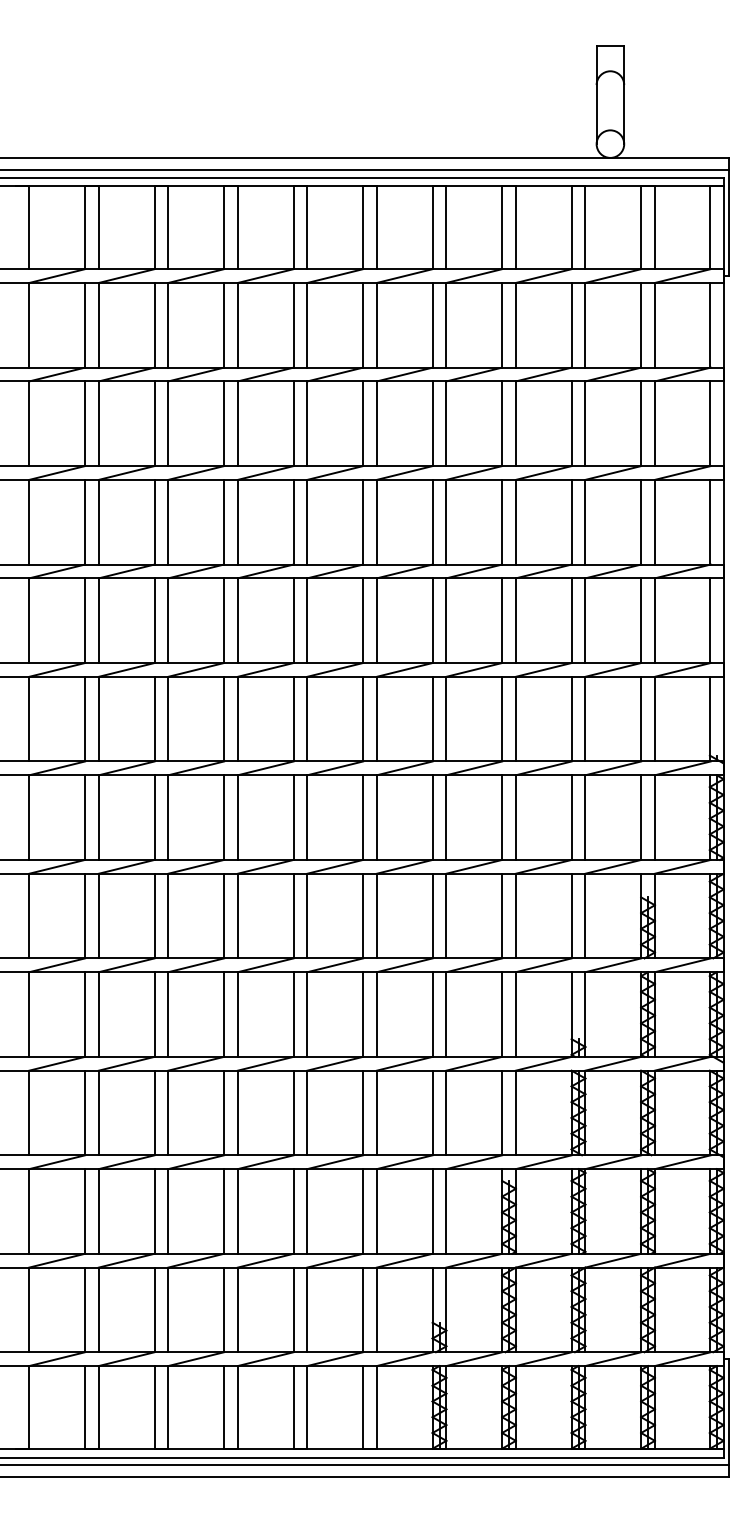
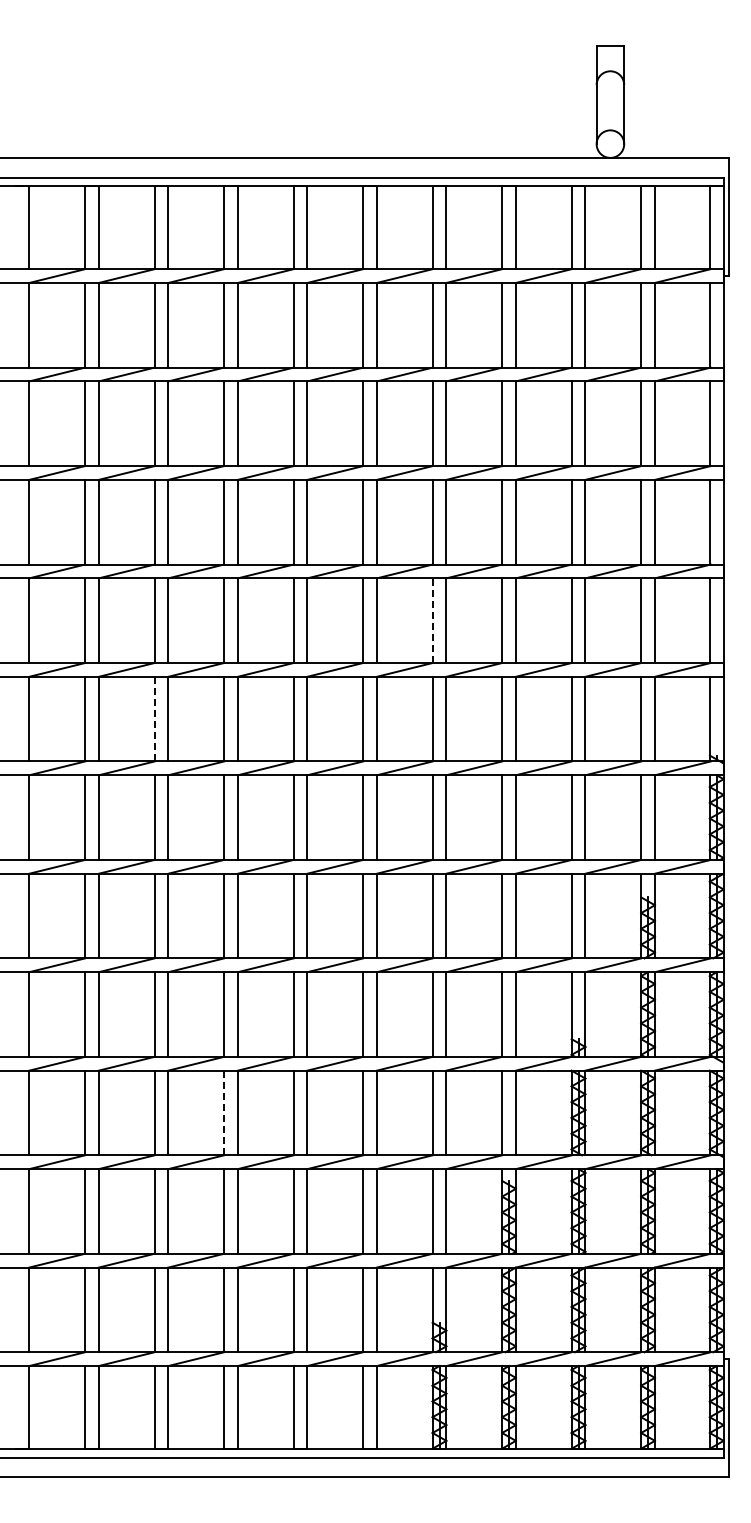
line at (365, 169): present -> none
line at (432, 620): solid -> dashed
line at (154, 718): solid -> dashed
line at (224, 1112): solid -> dashed
line at (365, 1465): present -> none
